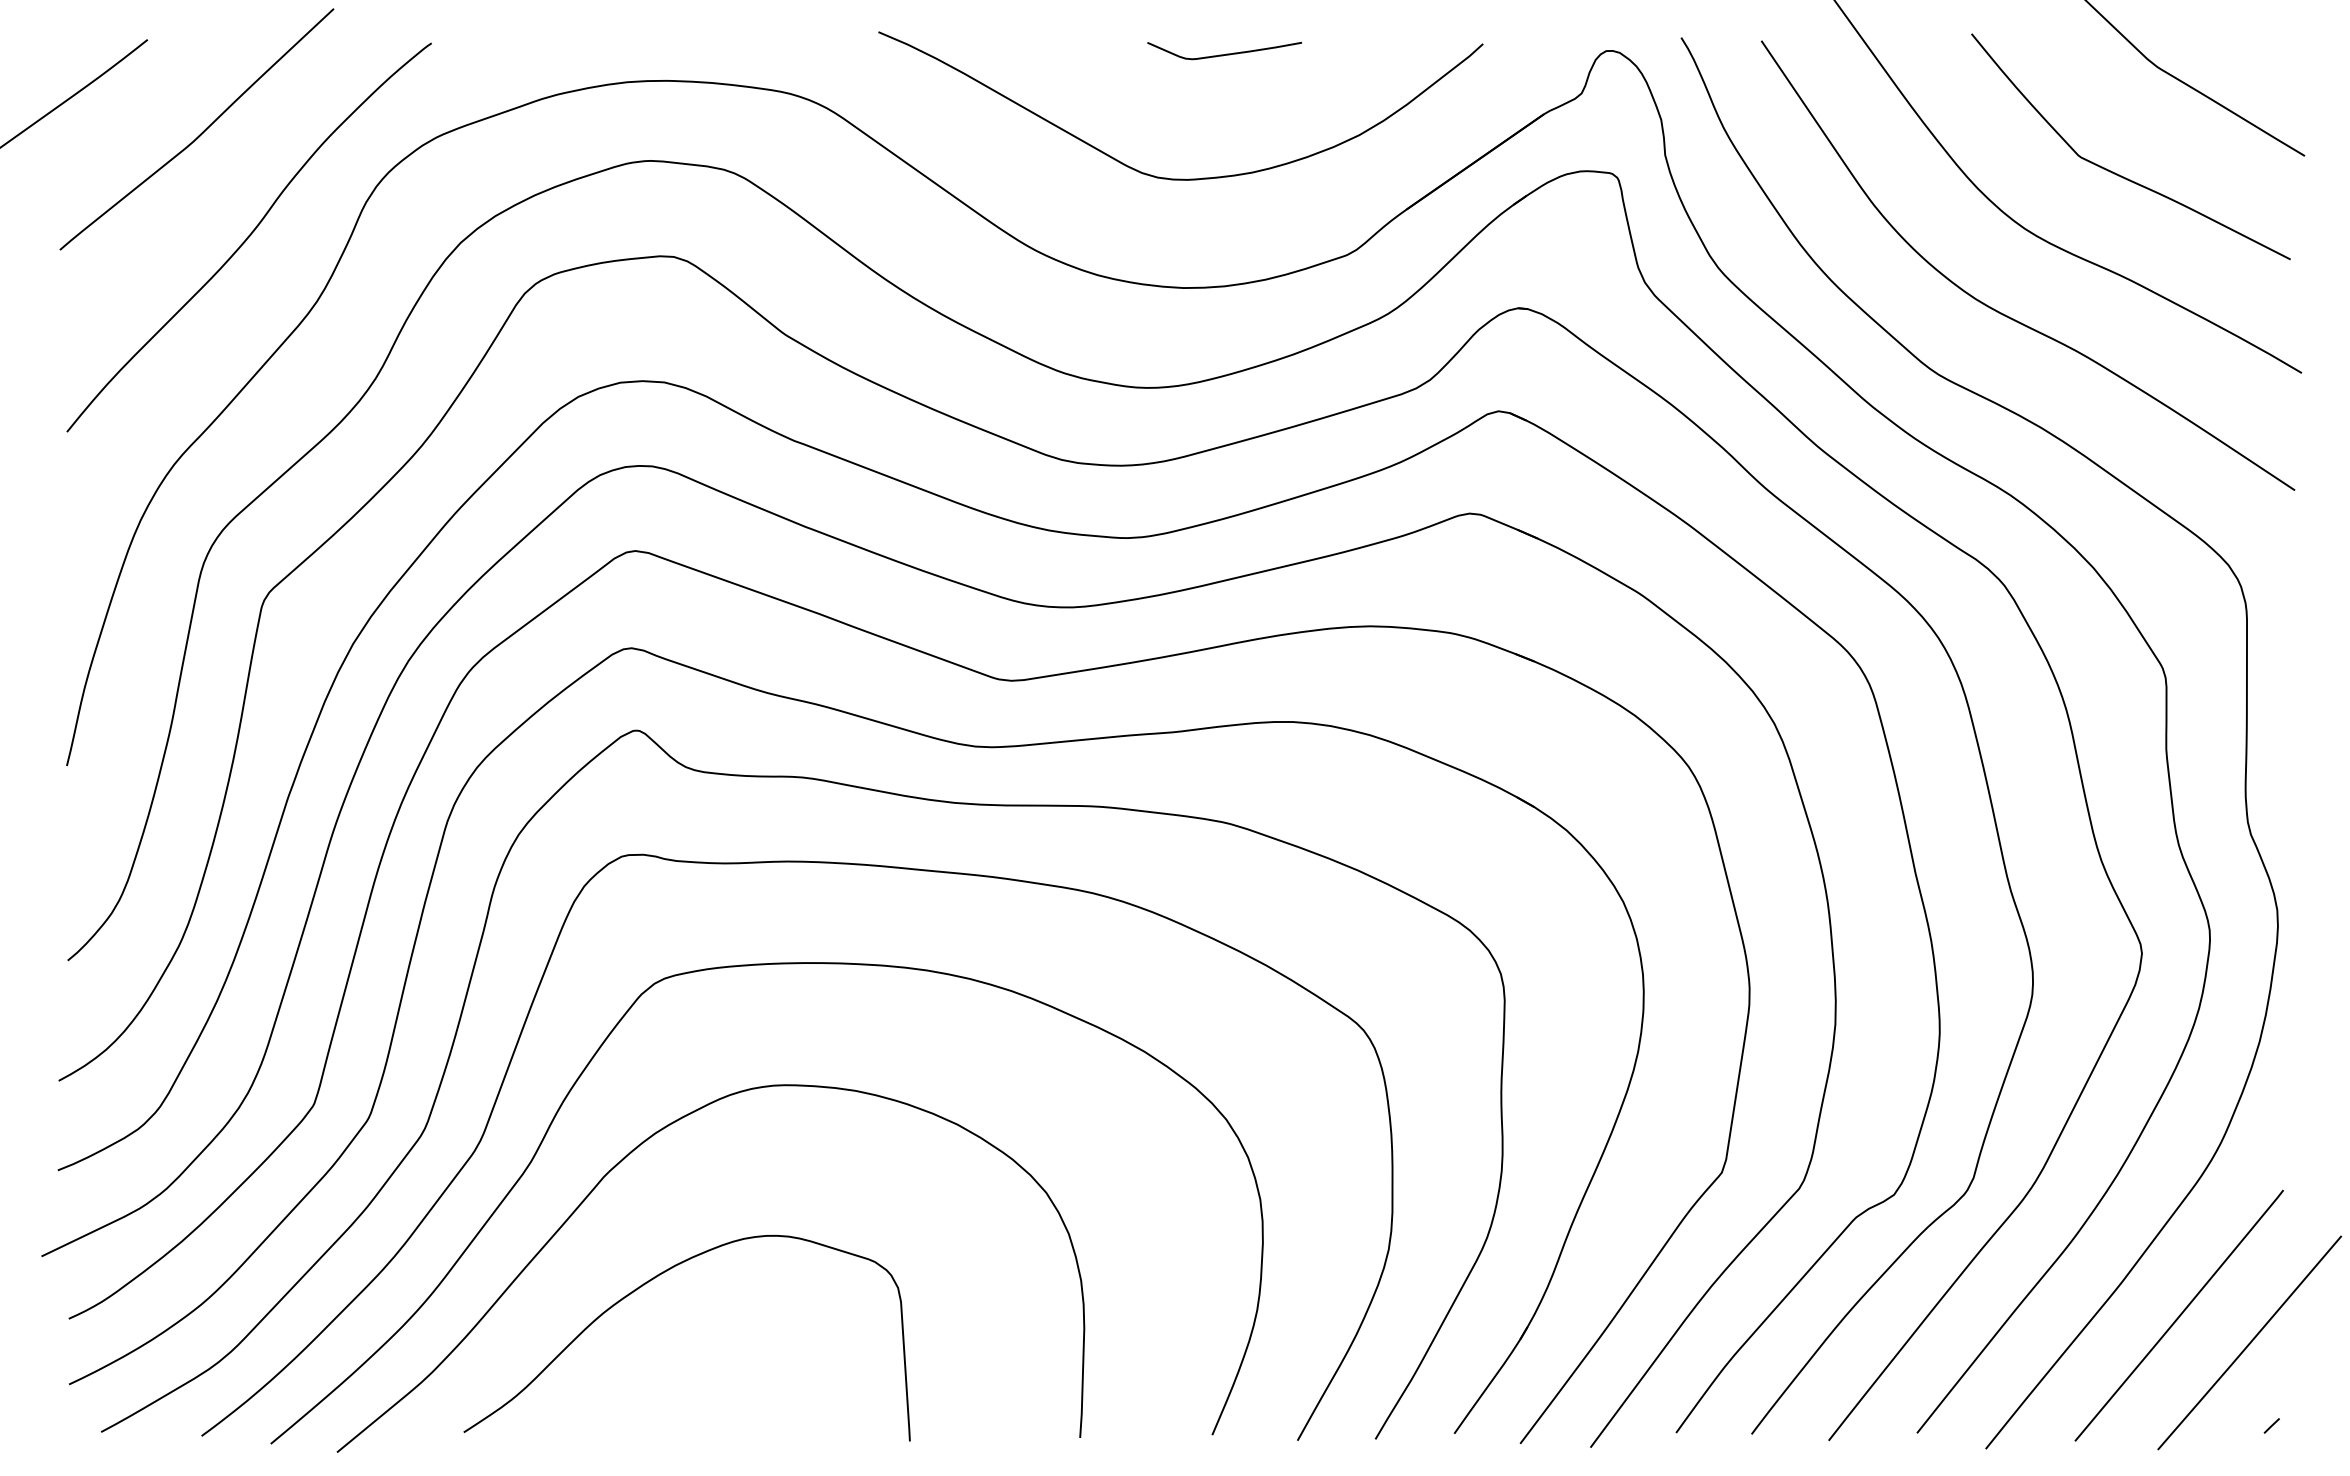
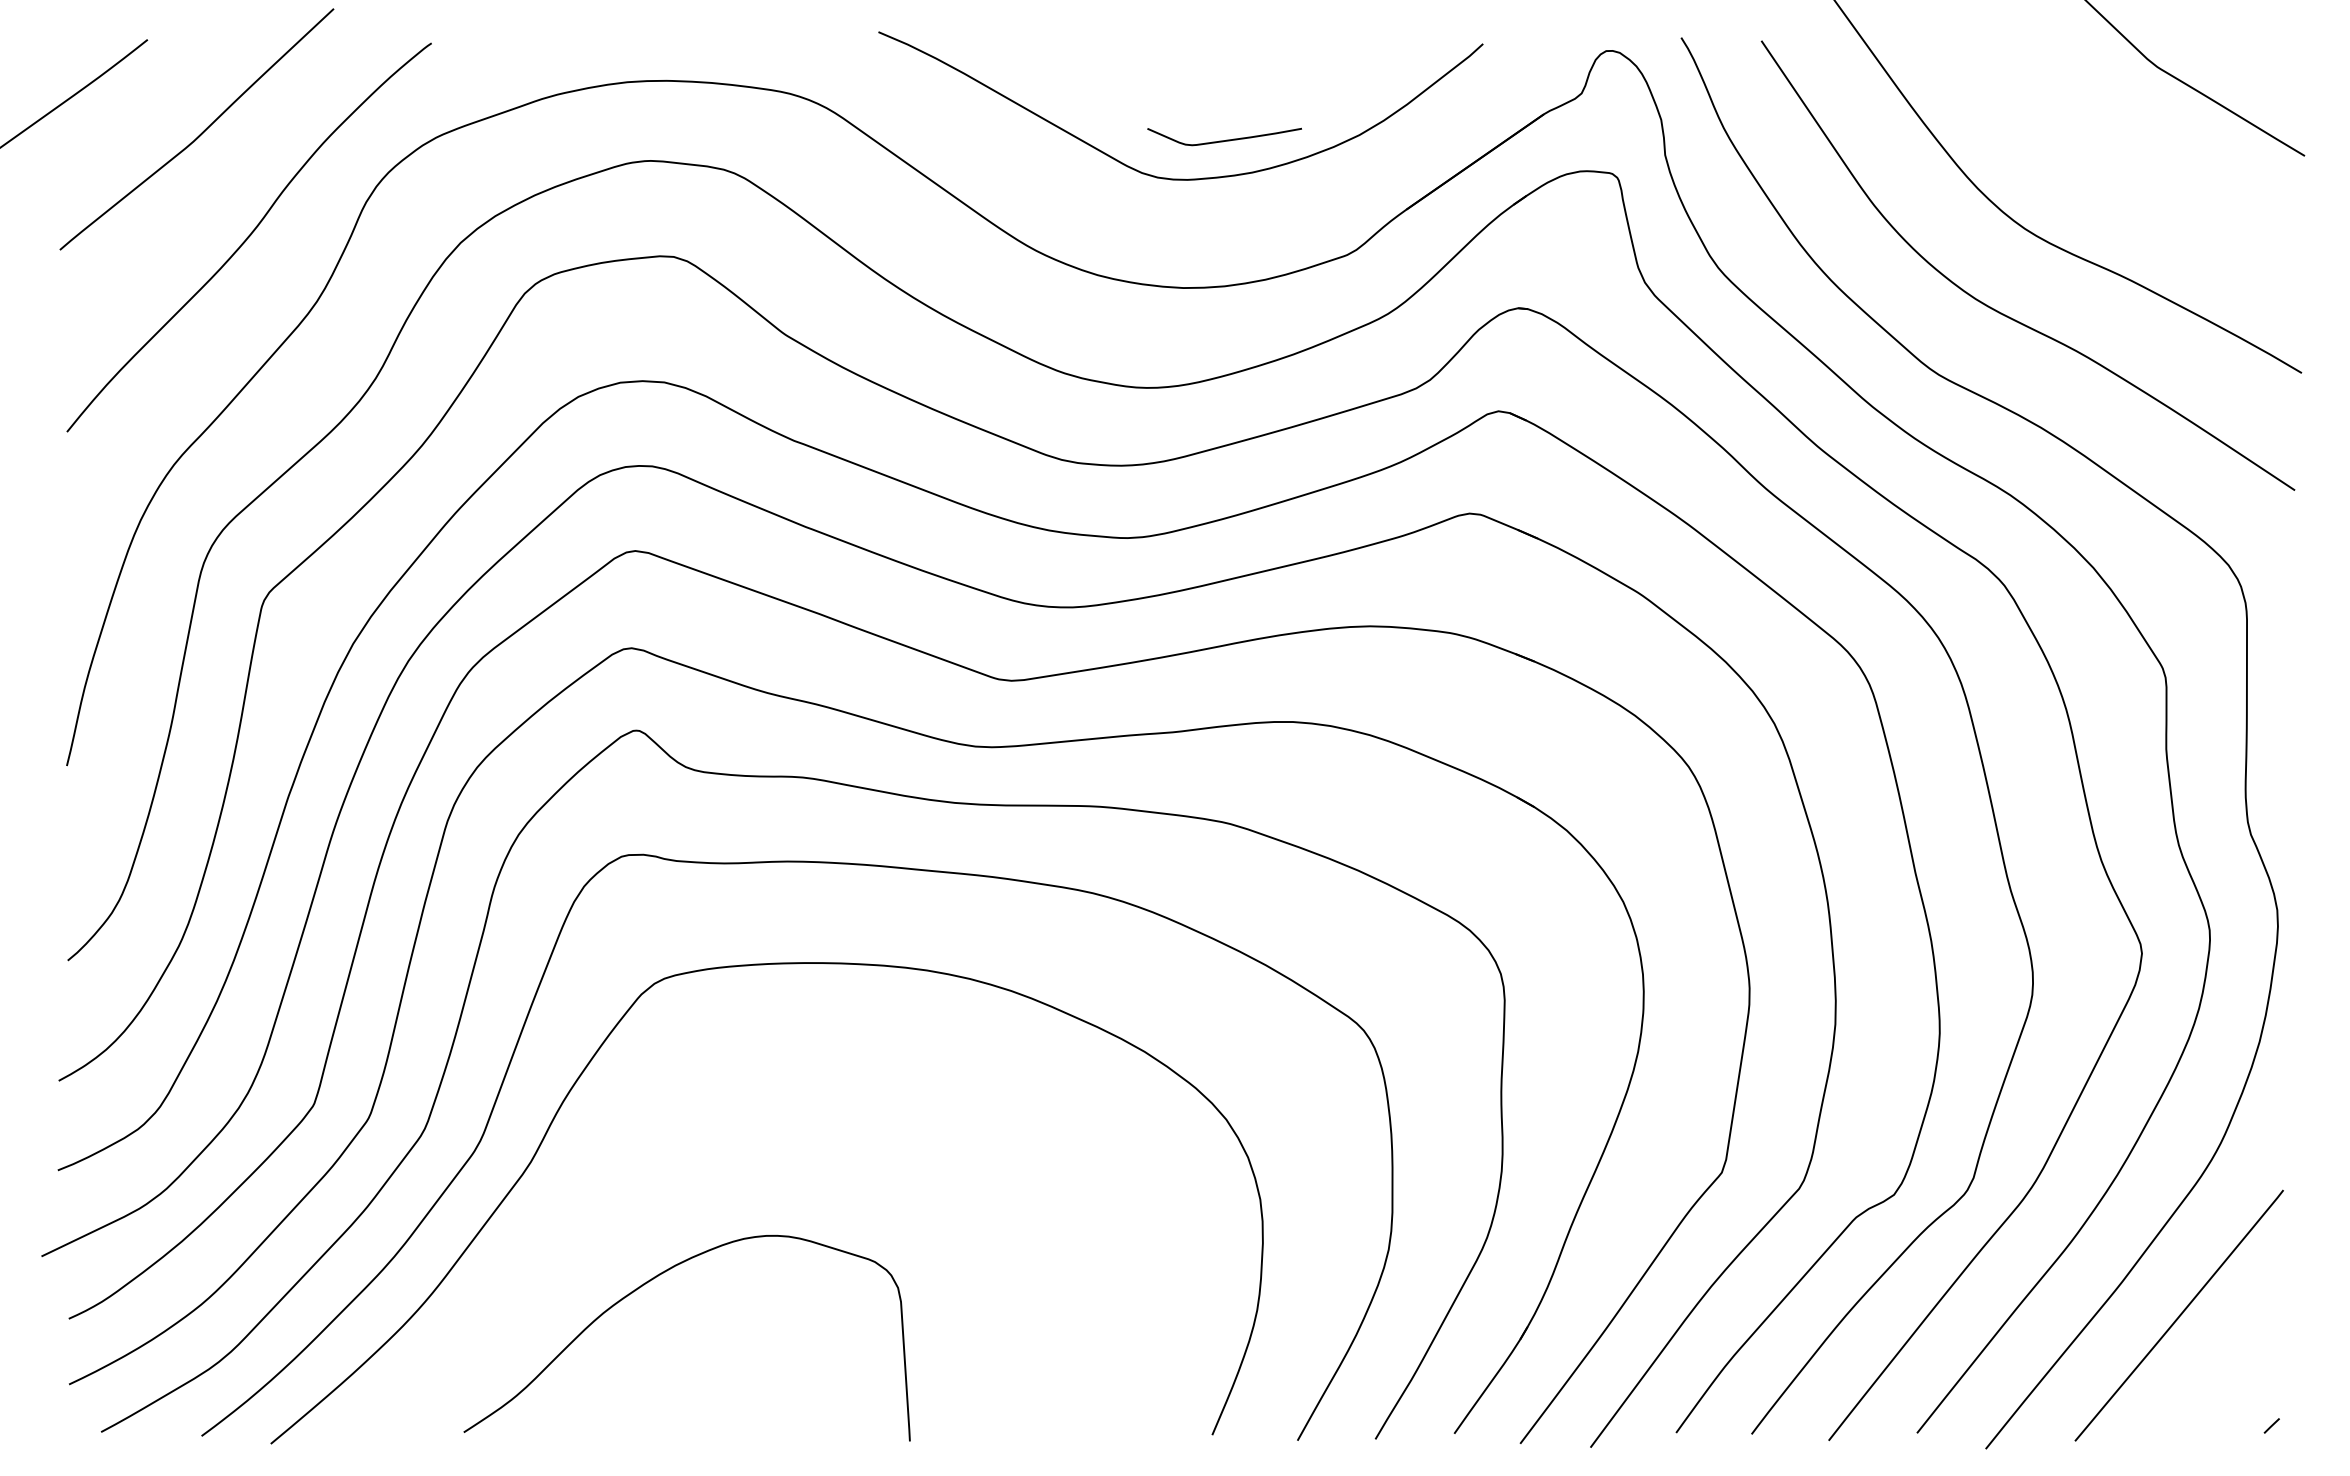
curve at (1226, 53) position: (1226, 53) -> (1226, 139)
curve at (2117, 173): present -> none
curve at (622, 1161): present -> none
line at (2249, 1342): present -> none
